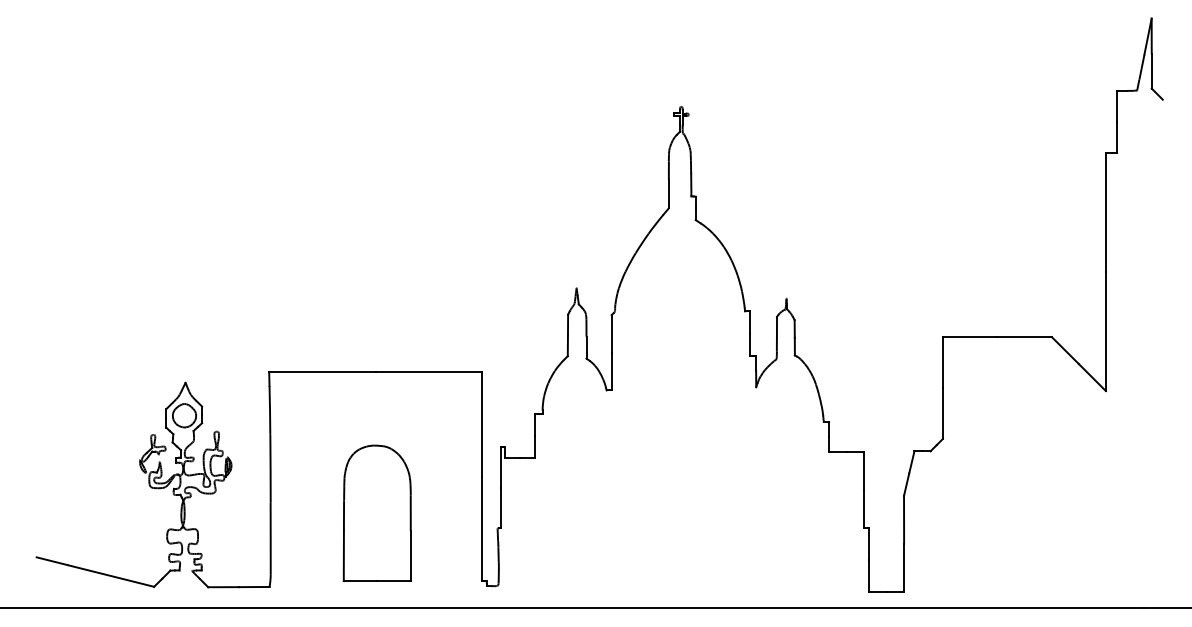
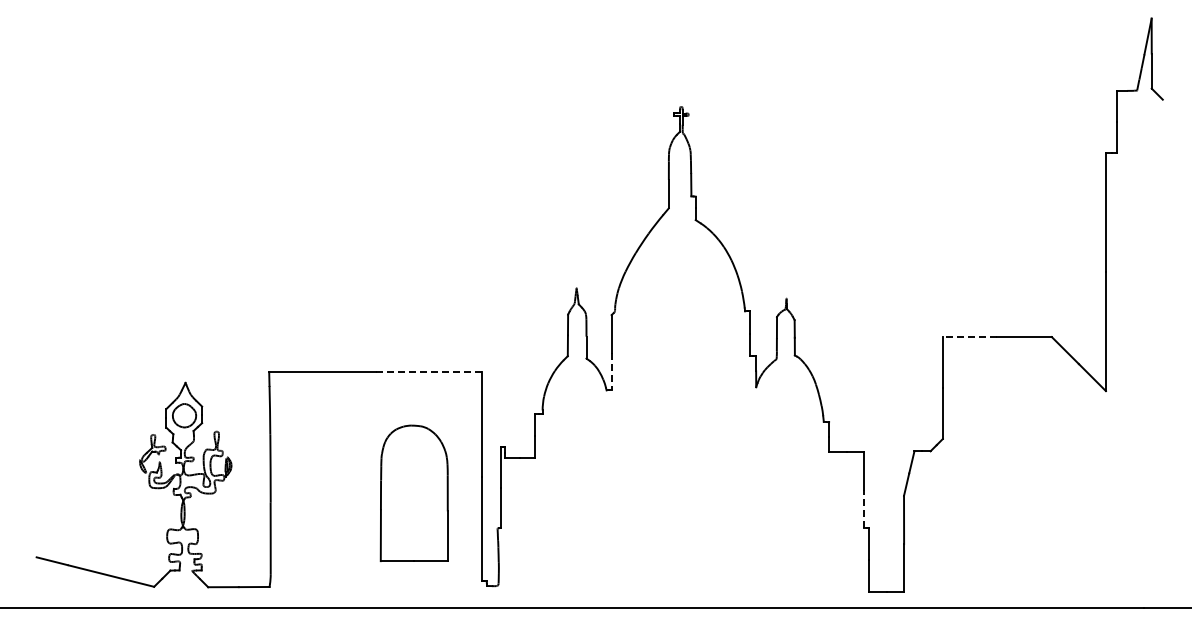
line at (969, 337): solid -> dashed
line at (611, 371): solid -> dashed
line at (428, 372): solid -> dashed
line at (864, 508): solid -> dashed
part at (376, 512) position: (376, 512) -> (413, 492)
